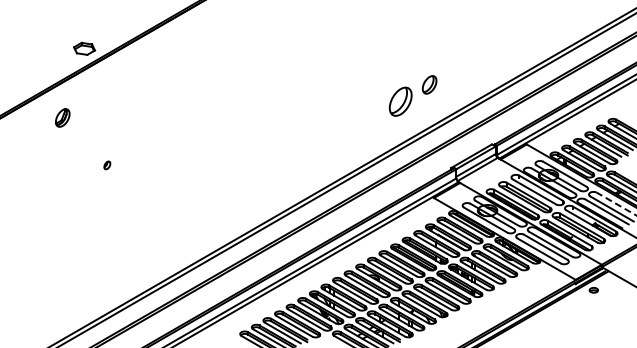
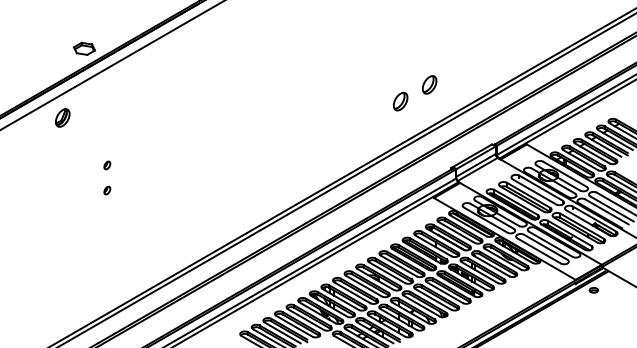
line at (112, 65): none -> present
part at (400, 101) size: 25x31 px -> 17x21 px
part at (107, 190): none -> present
line at (616, 203): dashed -> solid
